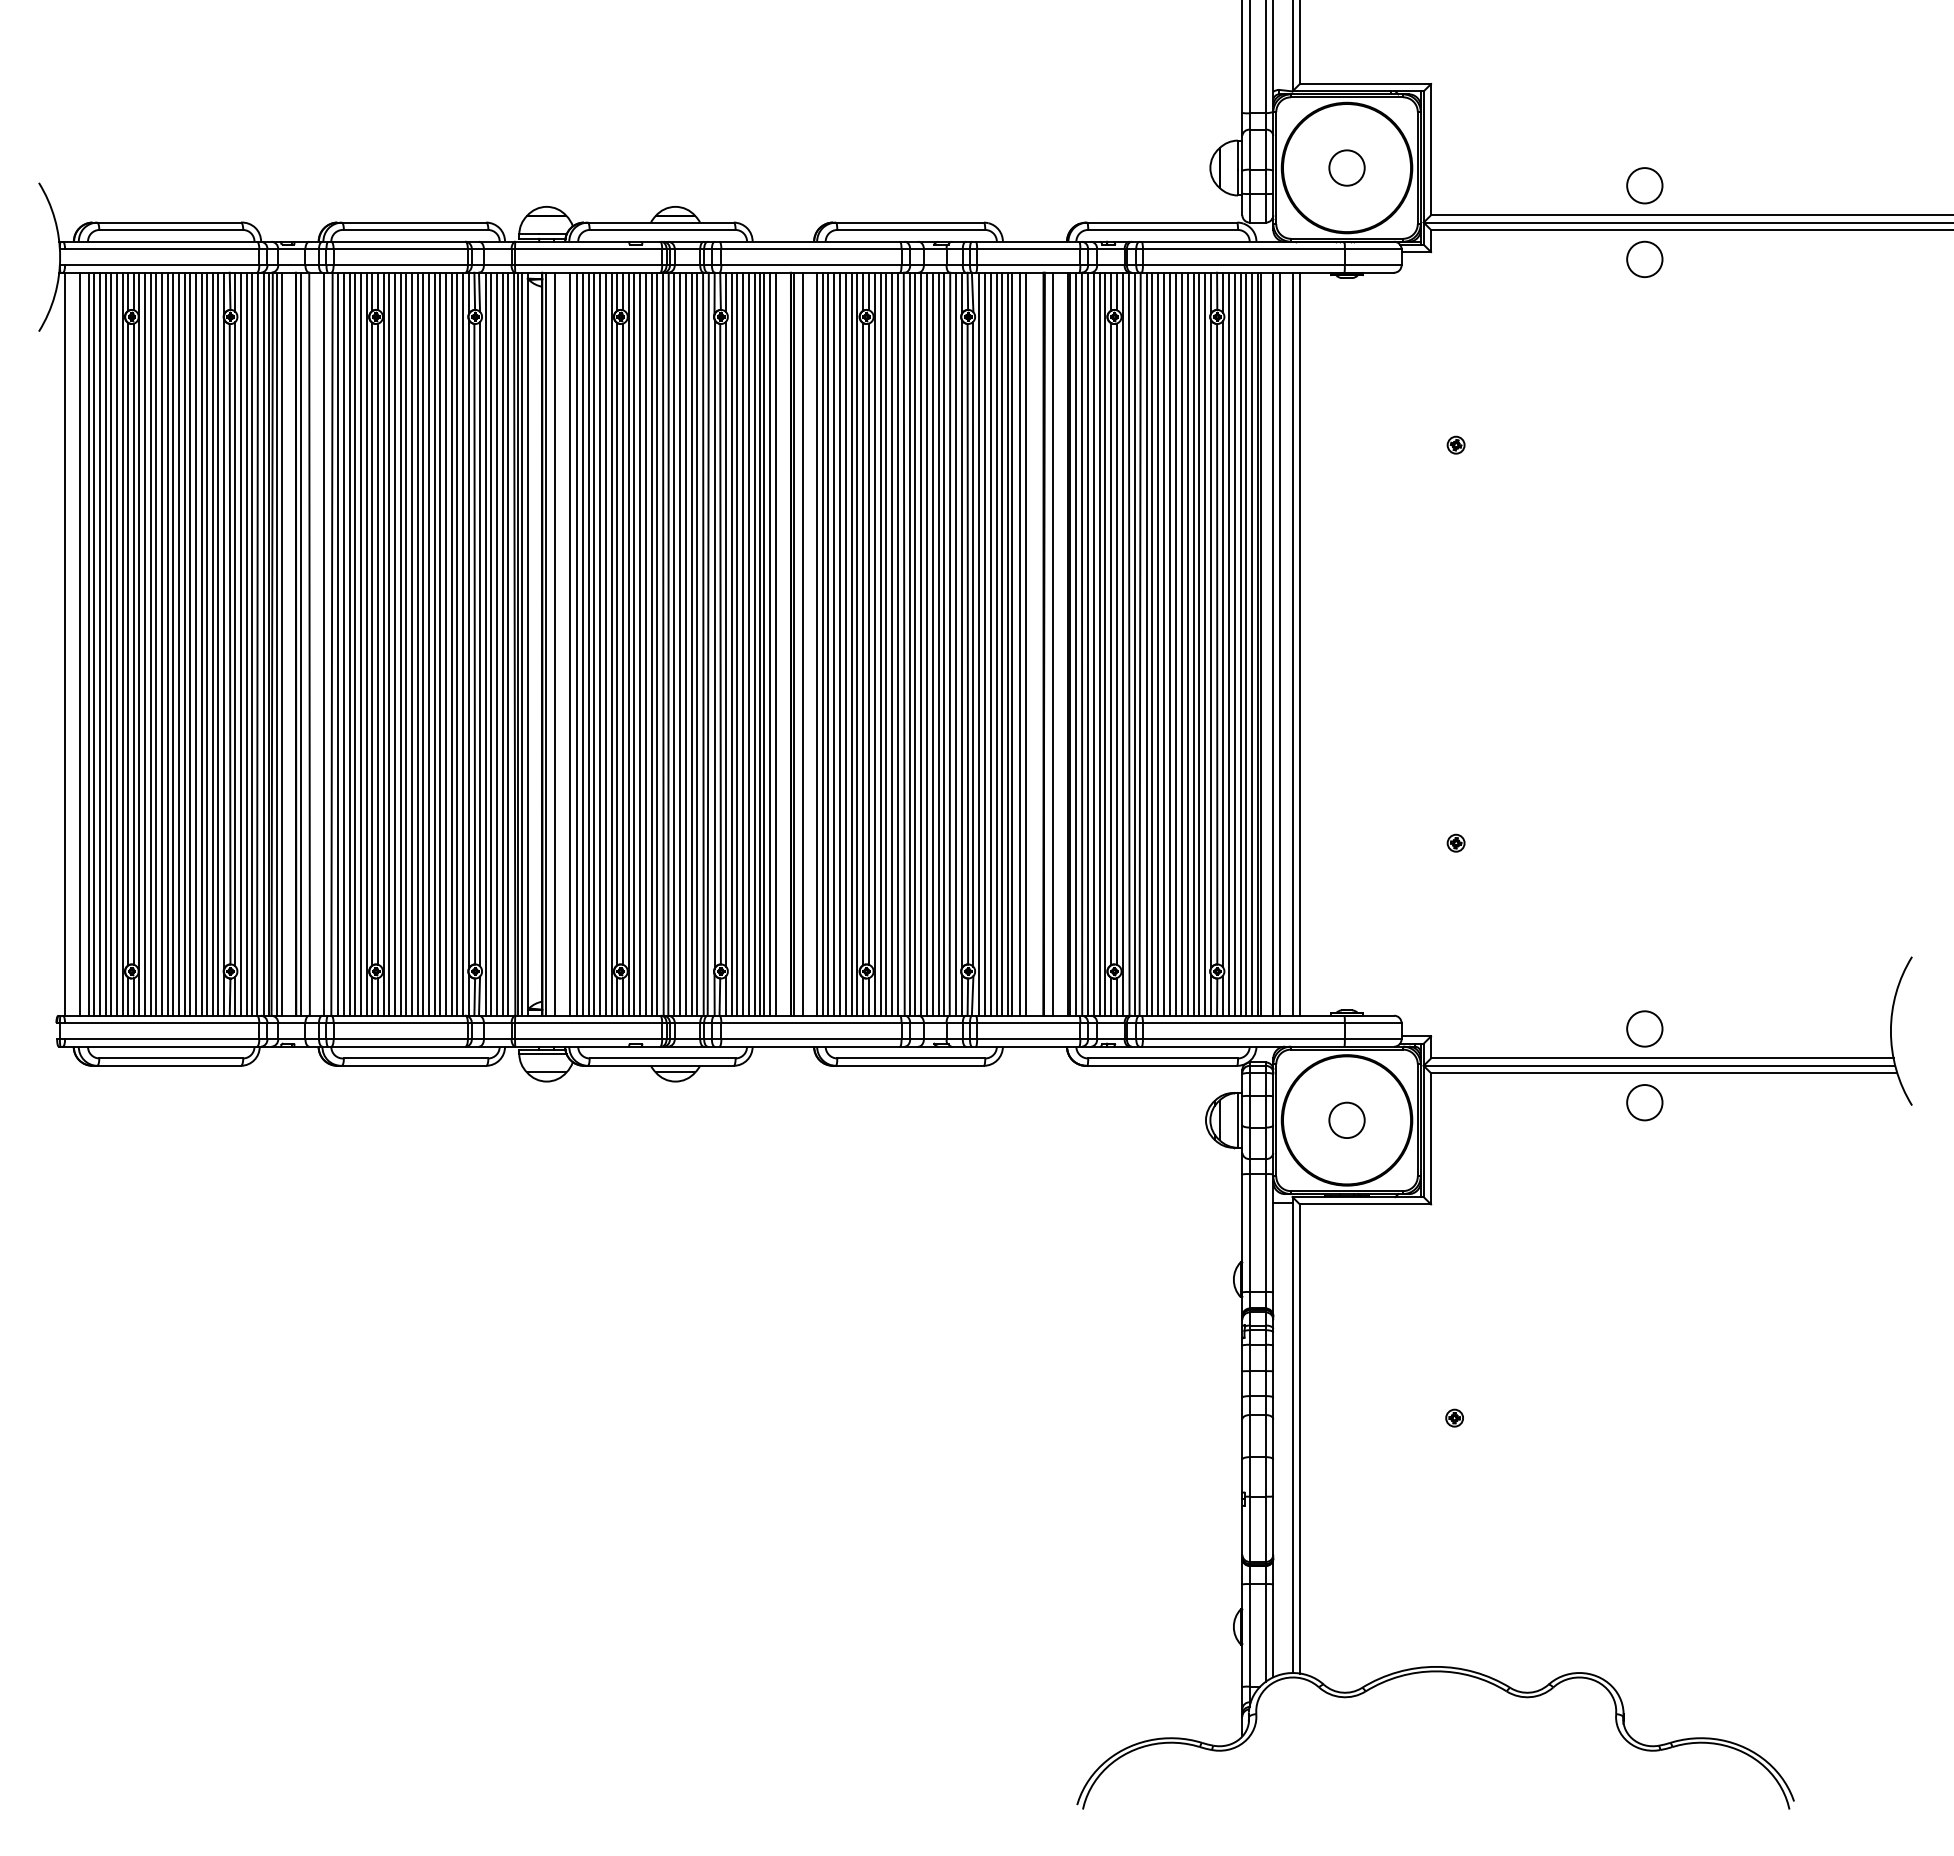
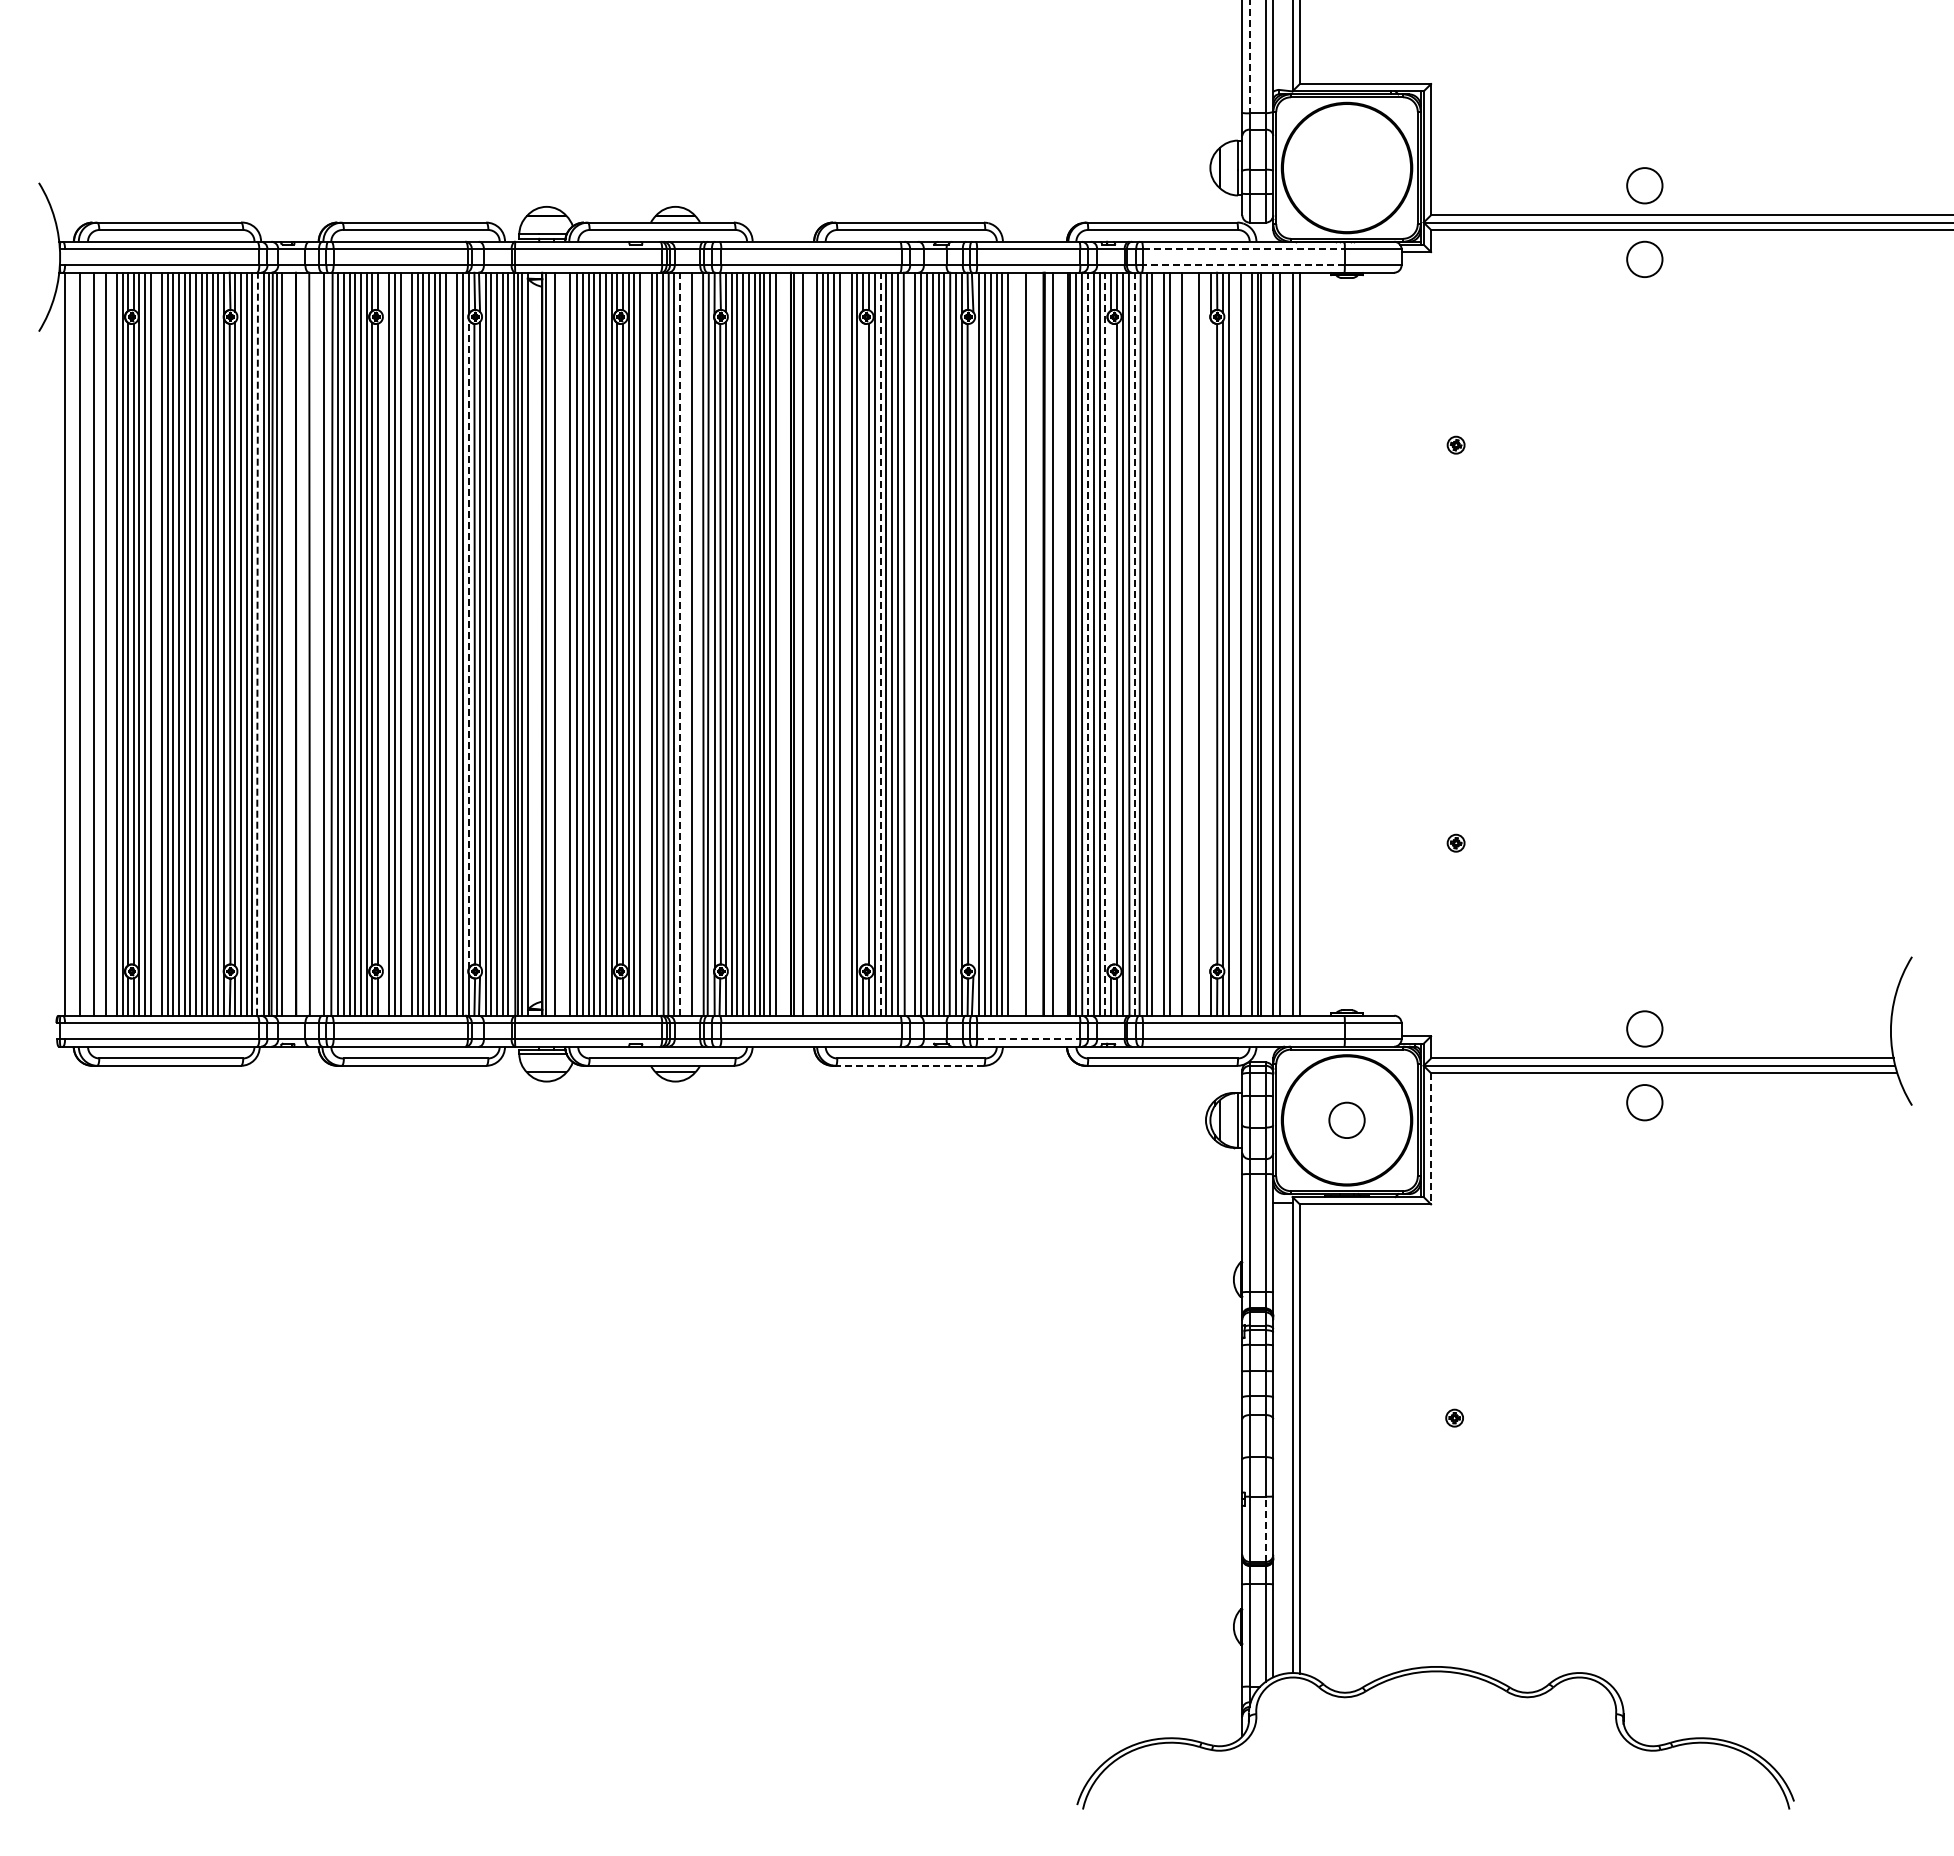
line at (1249, 56): solid -> dashed
circle at (1346, 167): present -> none
line at (1243, 249): solid -> dashed
line at (1243, 265): solid -> dashed
line at (88, 643): present -> none
line at (99, 643): present -> none
line at (111, 643): present -> none
line at (156, 643): present -> none
line at (257, 643): solid -> dashed
line at (300, 643): present -> none
line at (383, 643): present -> none
line at (406, 643): present -> none
line at (451, 643): present -> none
line at (645, 643): present -> none
line at (680, 643): solid -> dashed
line at (685, 643): present -> none
line at (697, 643): present -> none
line at (845, 643): present -> none
line at (880, 643): solid -> dashed
line at (909, 643): present -> none
line at (973, 643): present -> none
line at (1011, 643): present -> none
line at (1020, 643): present -> none
line at (1087, 643): solid -> dashed
line at (1105, 643): solid -> dashed
line at (1134, 643): solid -> dashed
line at (1158, 643): present -> none
line at (1175, 643): present -> none
line at (1187, 643): present -> none
line at (1193, 643): present -> none
line at (1205, 643): present -> none
line at (1211, 643): present -> none
line at (1234, 643): present -> none
line at (1246, 643): present -> none
line at (468, 644): solid -> dashed
line at (863, 644): present -> none
line at (1111, 644): present -> none
line at (1028, 1039): solid -> dashed
line at (909, 1065): solid -> dashed
line at (1431, 1138): solid -> dashed
line at (1265, 1529): solid -> dashed
